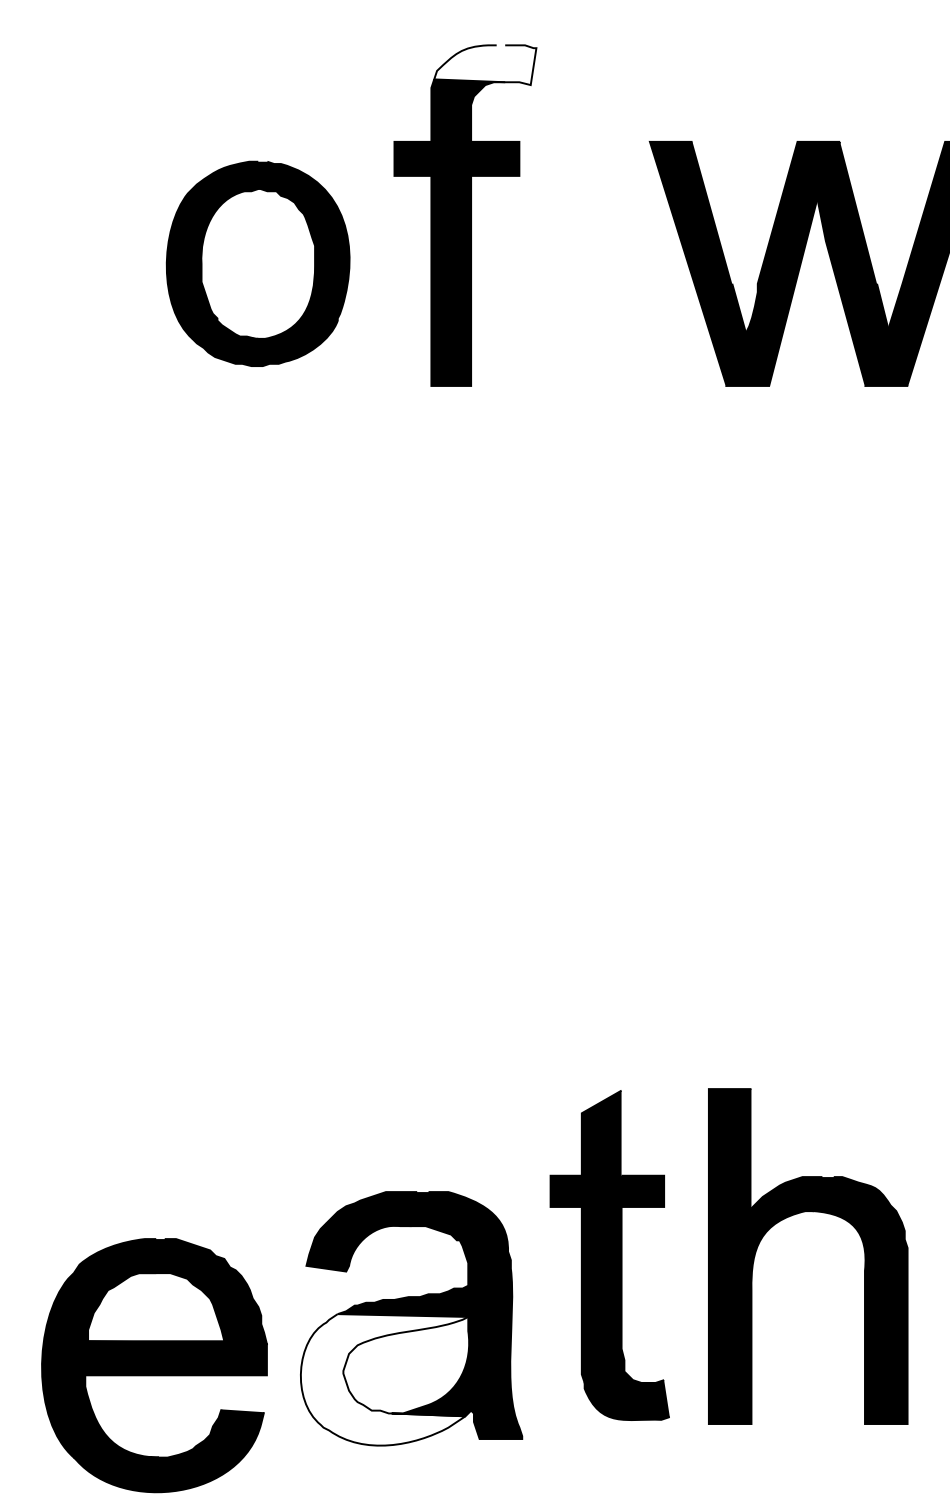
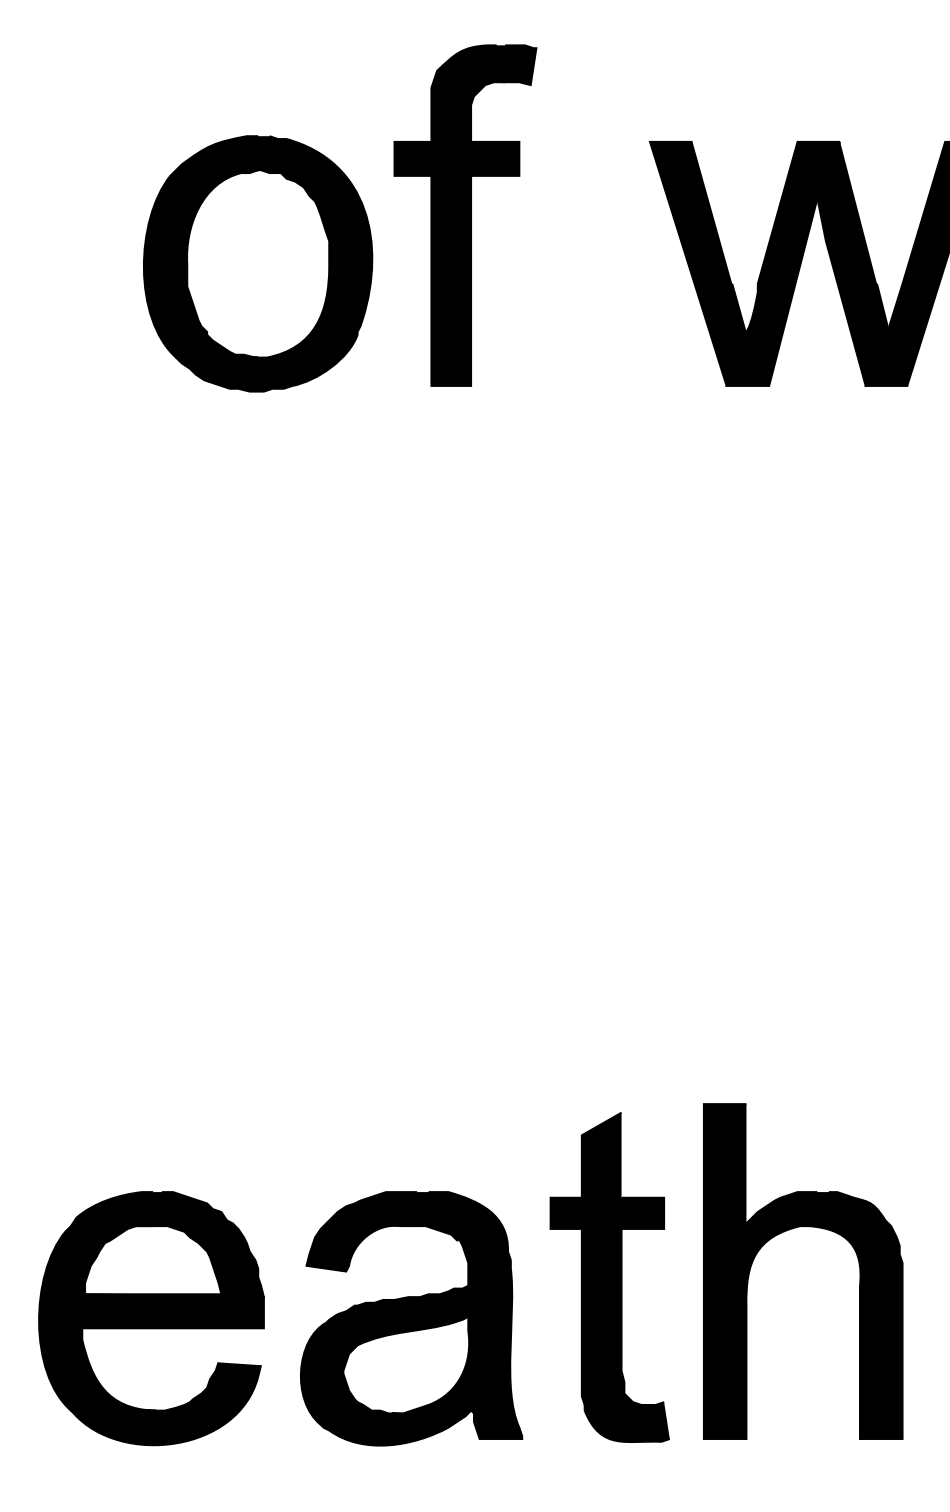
fill at (485, 65): none -> present
part at (257, 263) size: 186x207 px -> 231x258 px
part at (794, 1215) position: (794, 1215) -> (789, 1230)
part at (609, 1255) position: (609, 1255) -> (609, 1277)
part at (154, 1365) position: (154, 1365) -> (151, 1318)
fill at (384, 1379): none -> present
